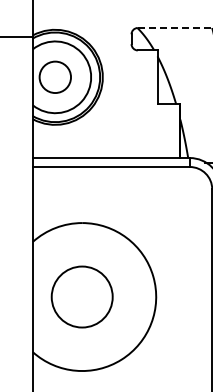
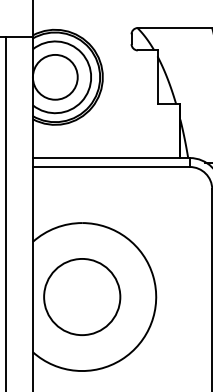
line at (175, 28): dashed -> solid
circle at (55, 77) diameter: 31 px -> 45 px
line at (6, 212): none -> present
circle at (81, 296) diameter: 61 px -> 76 px
